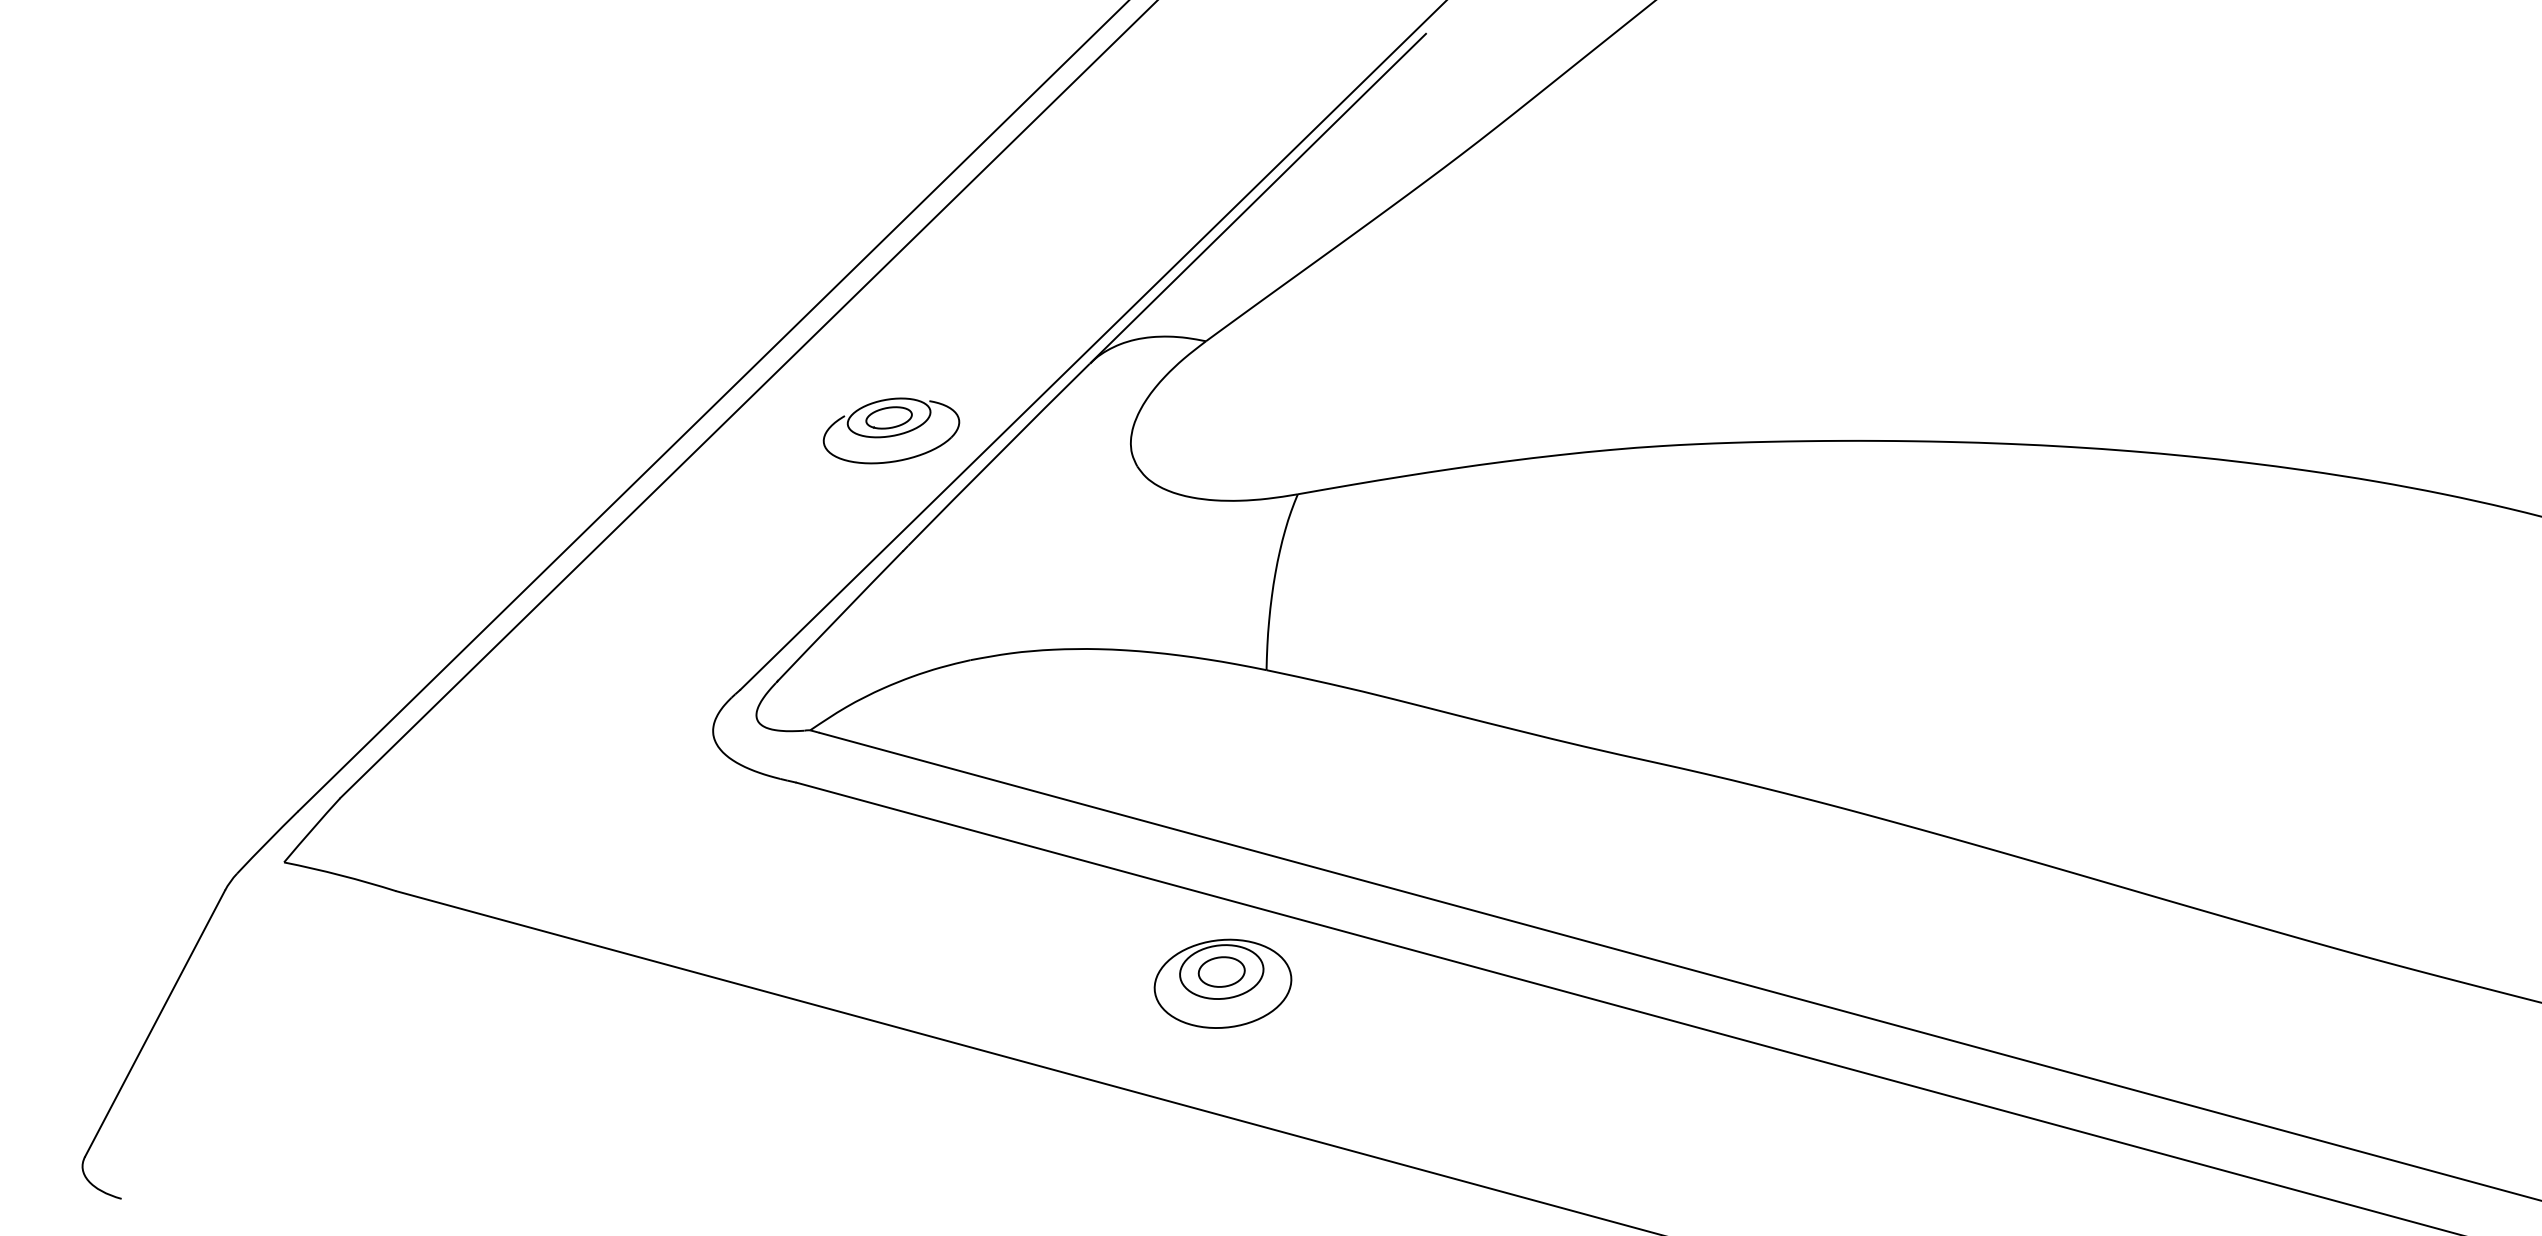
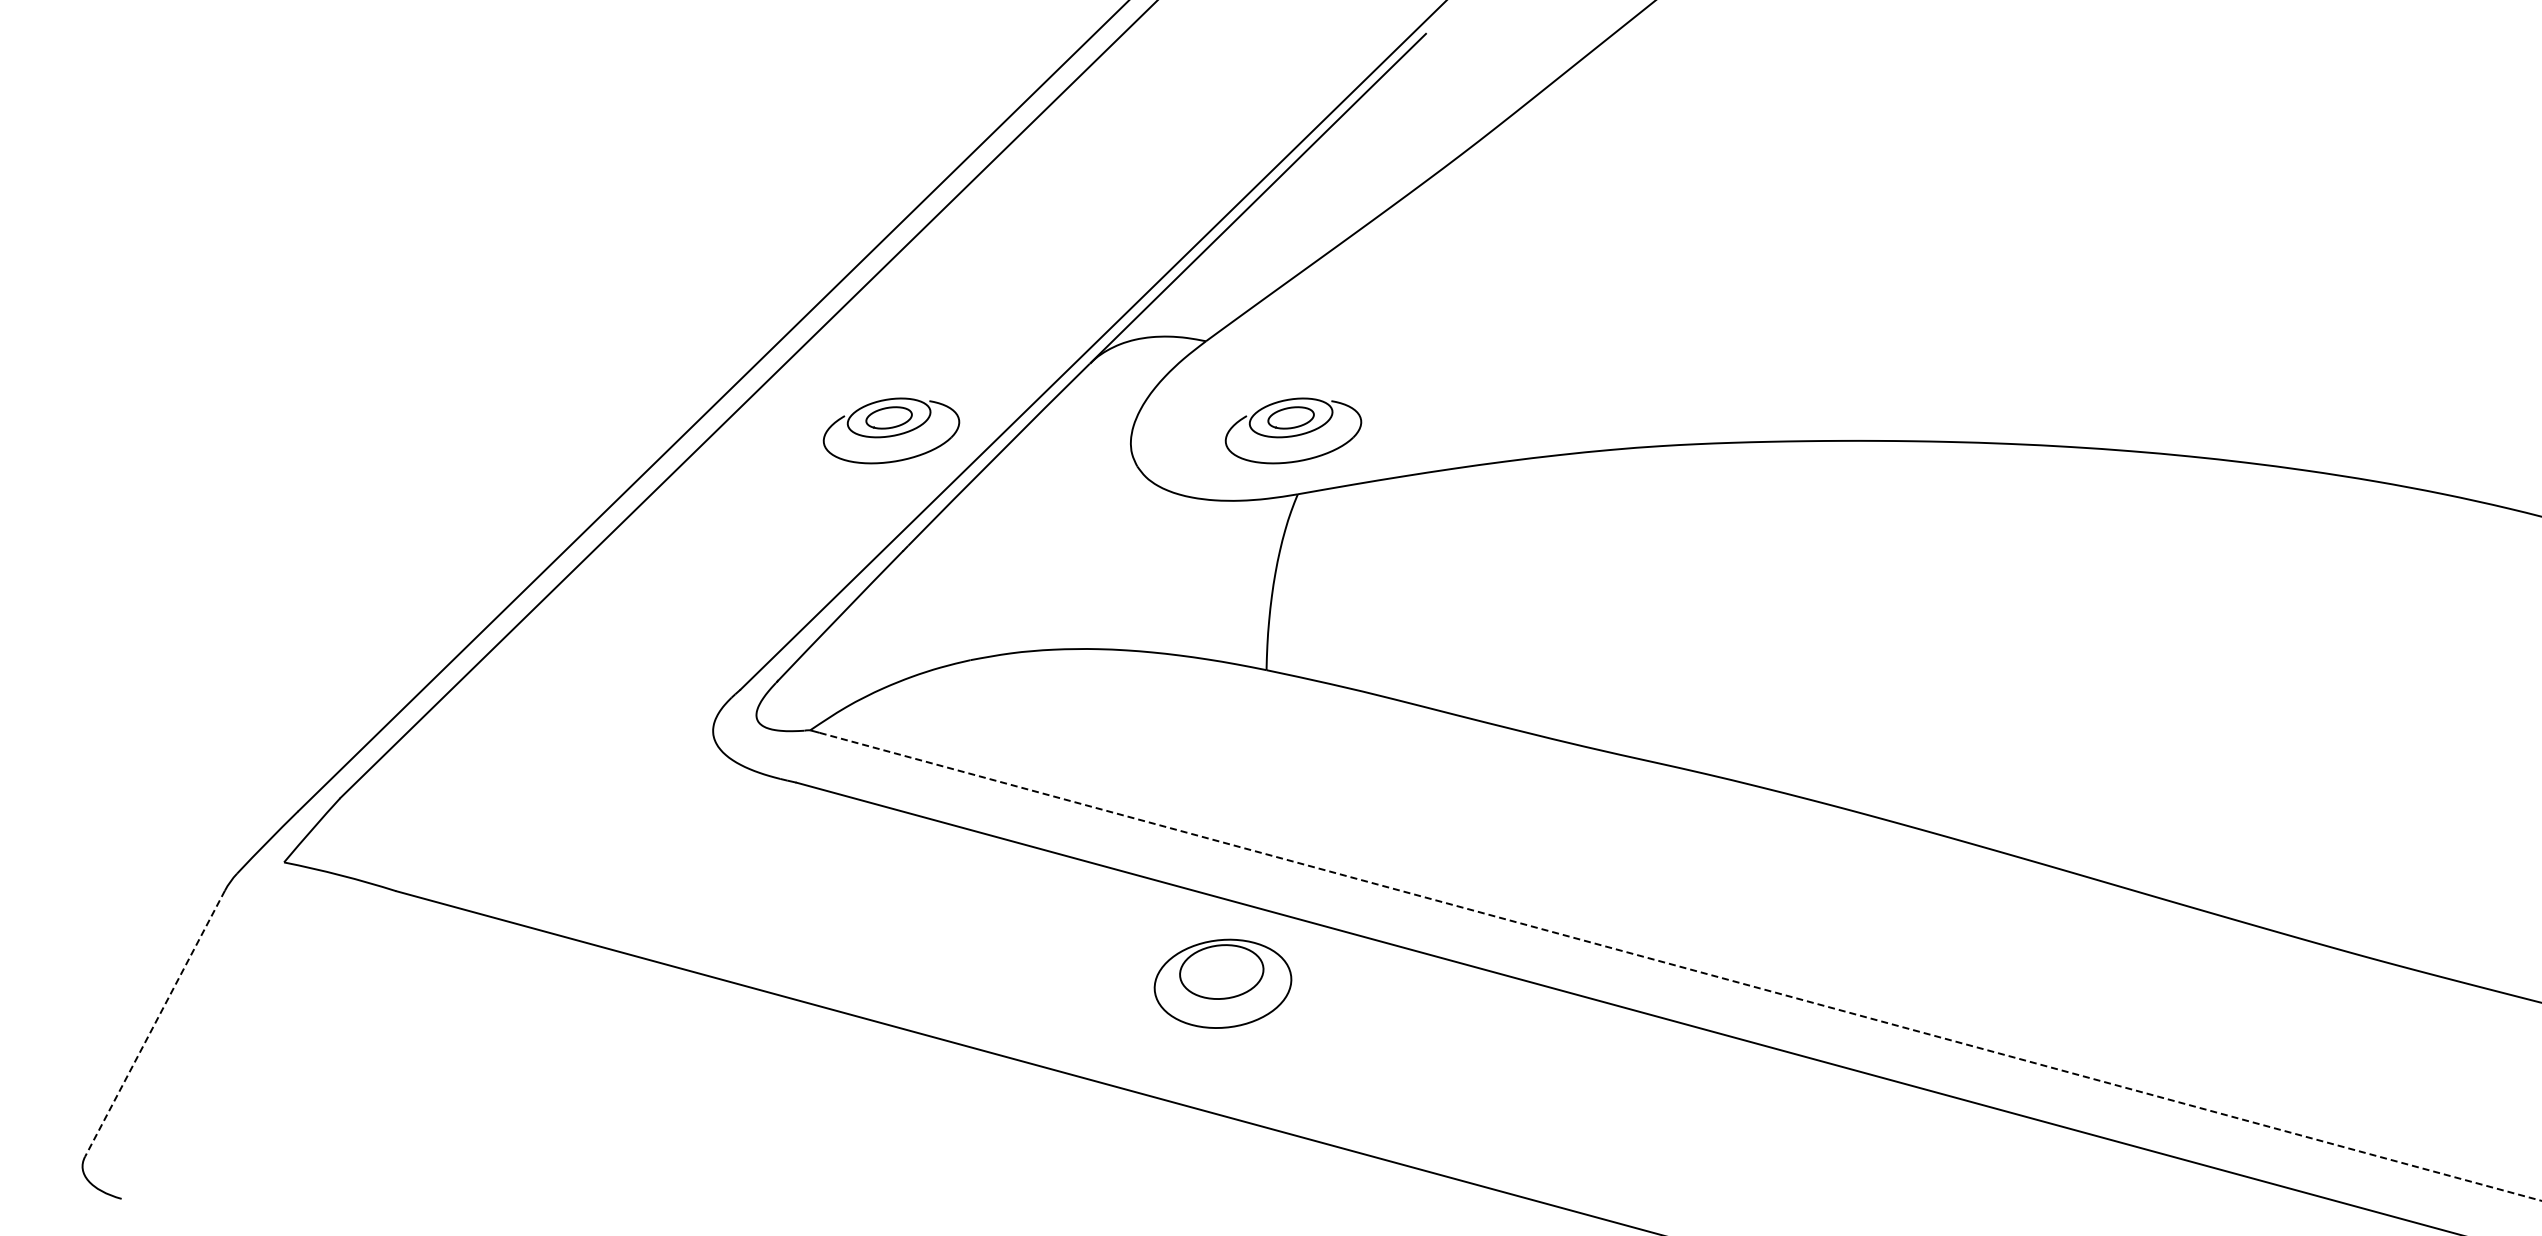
part at (1293, 430): none -> present
line at (1681, 967): solid -> dashed
part at (1221, 971): present -> none
line at (154, 1024): solid -> dashed
